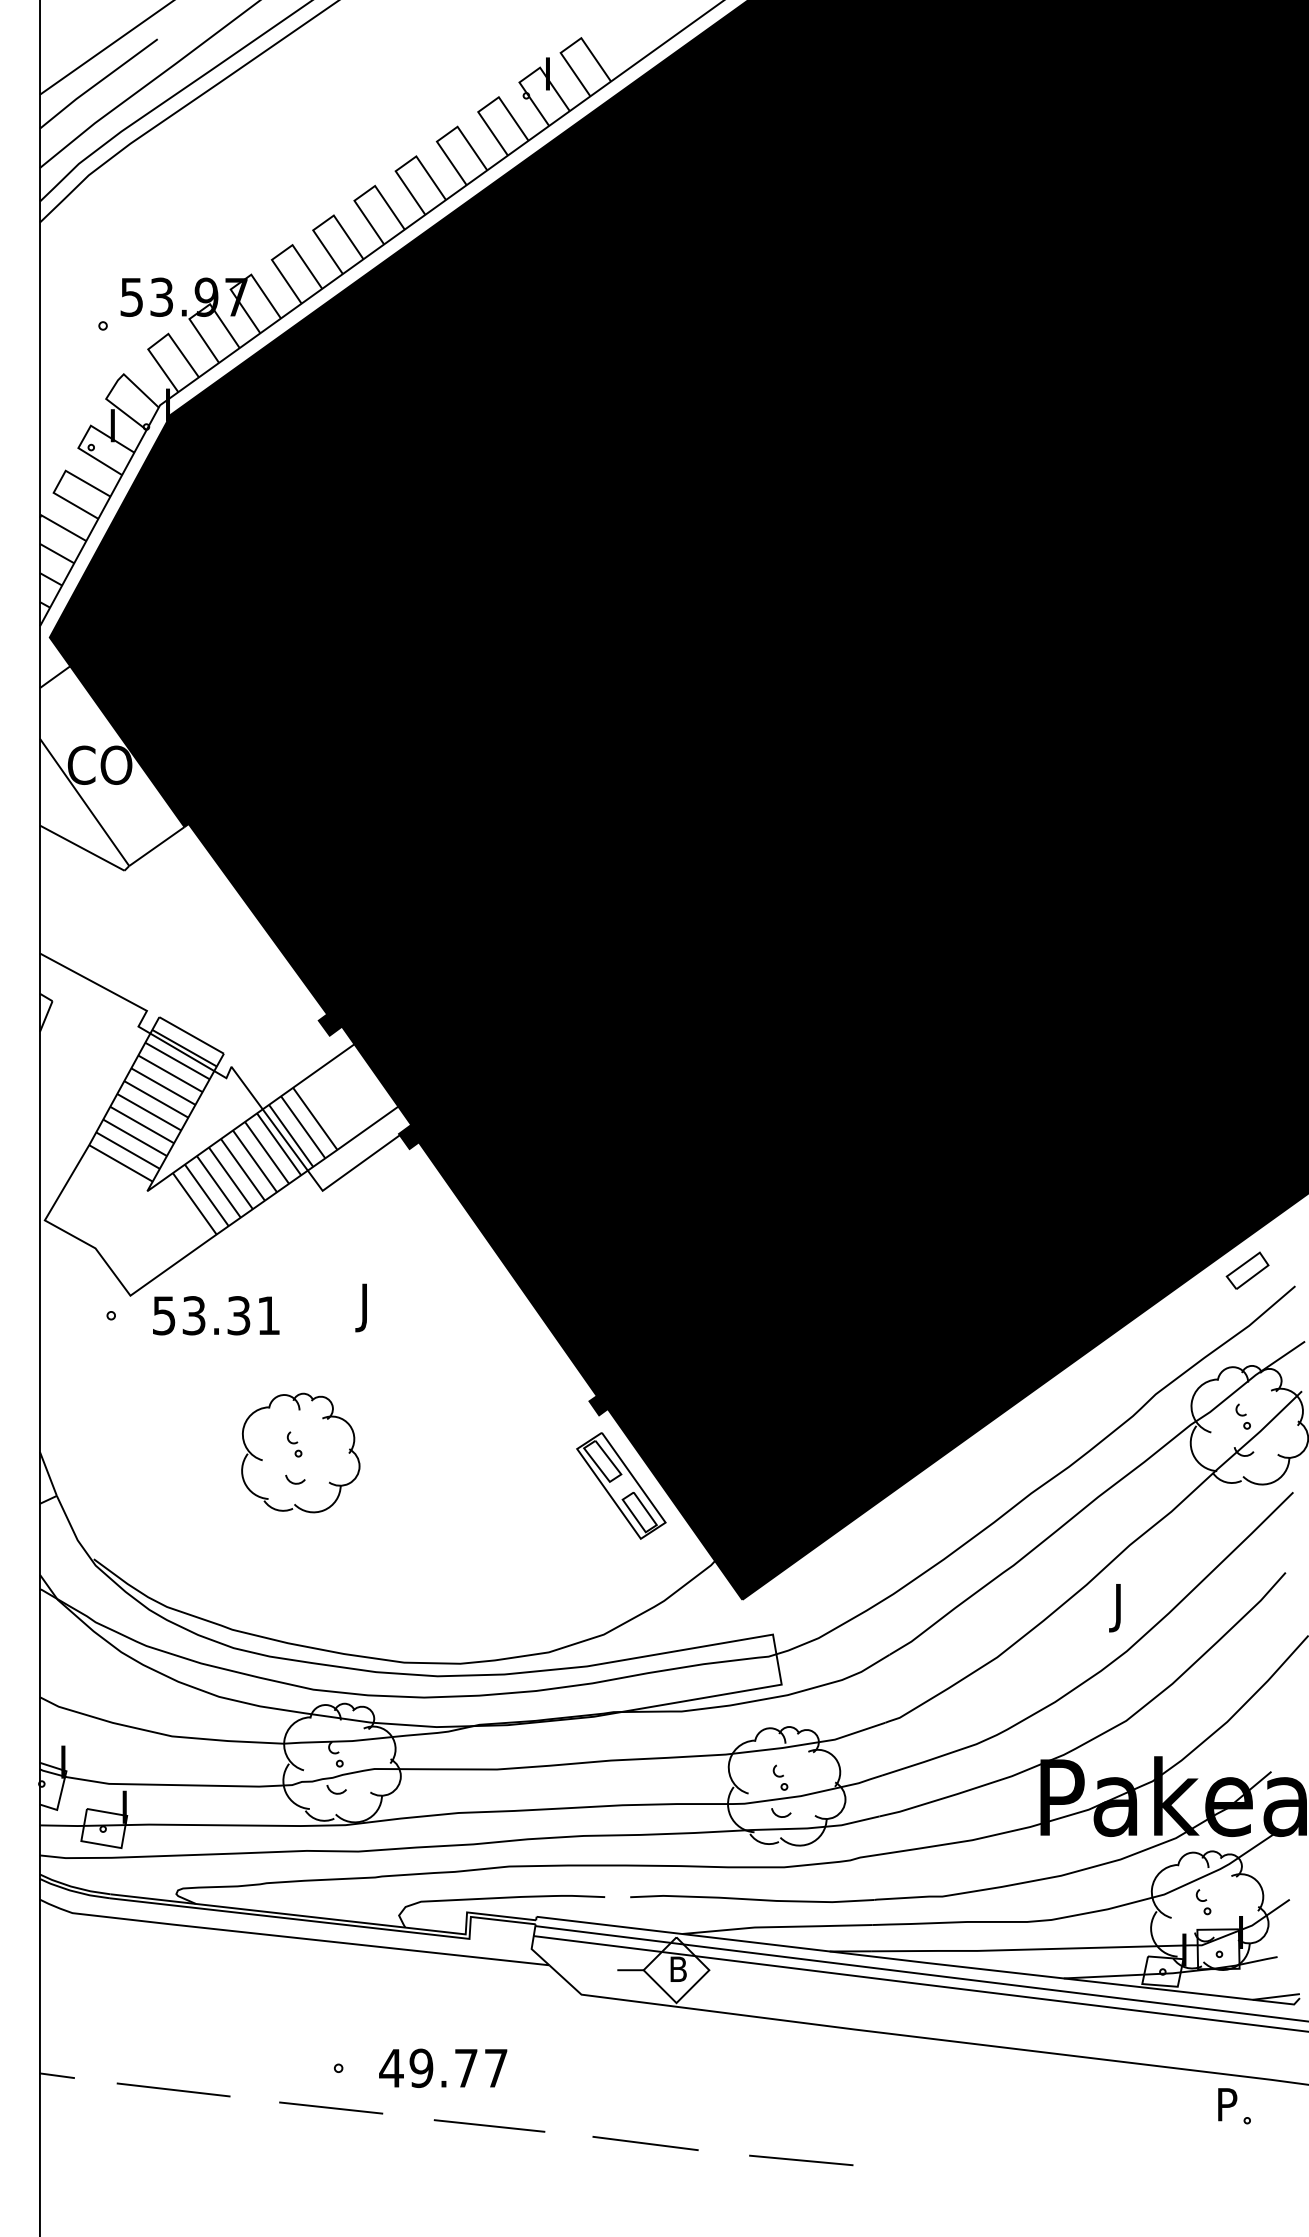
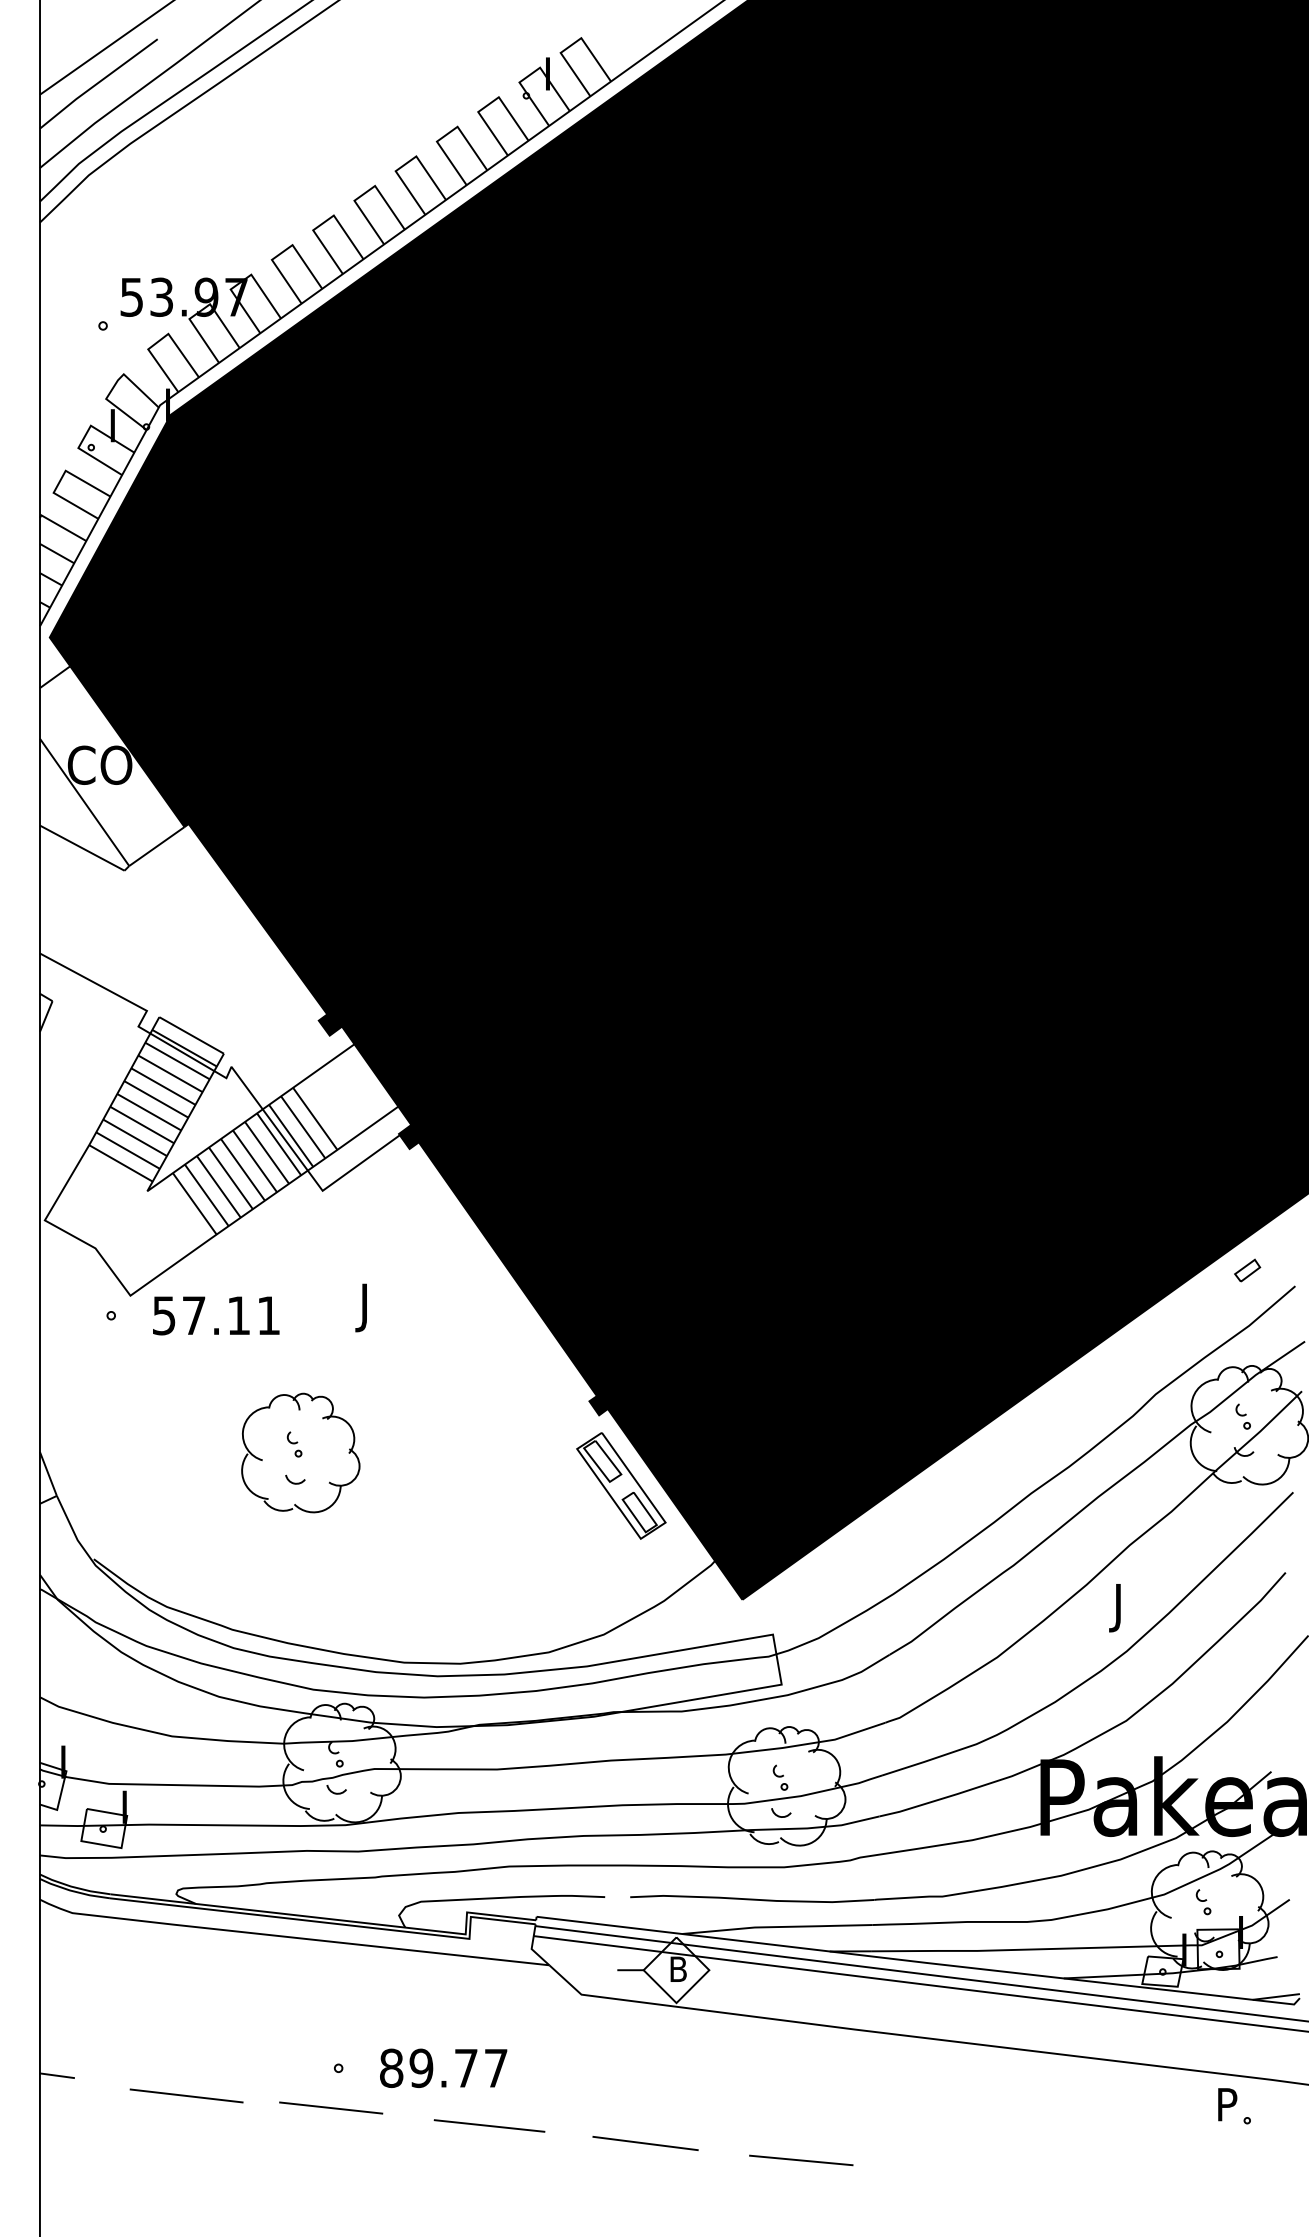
part at (1247, 1270) size: 45x39 px -> 28x25 px
text at (216, 1315): 53.31 -> 57.11
text at (391, 2068): 49.77 -> 89.77
line at (173, 2089) position: (173, 2089) -> (186, 2095)
